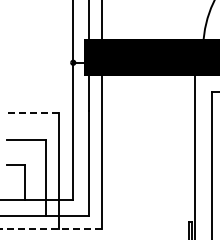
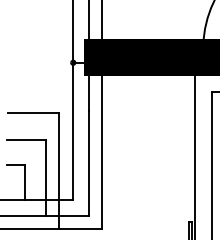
line at (33, 113): dashed -> solid
line at (50, 228): dashed -> solid
